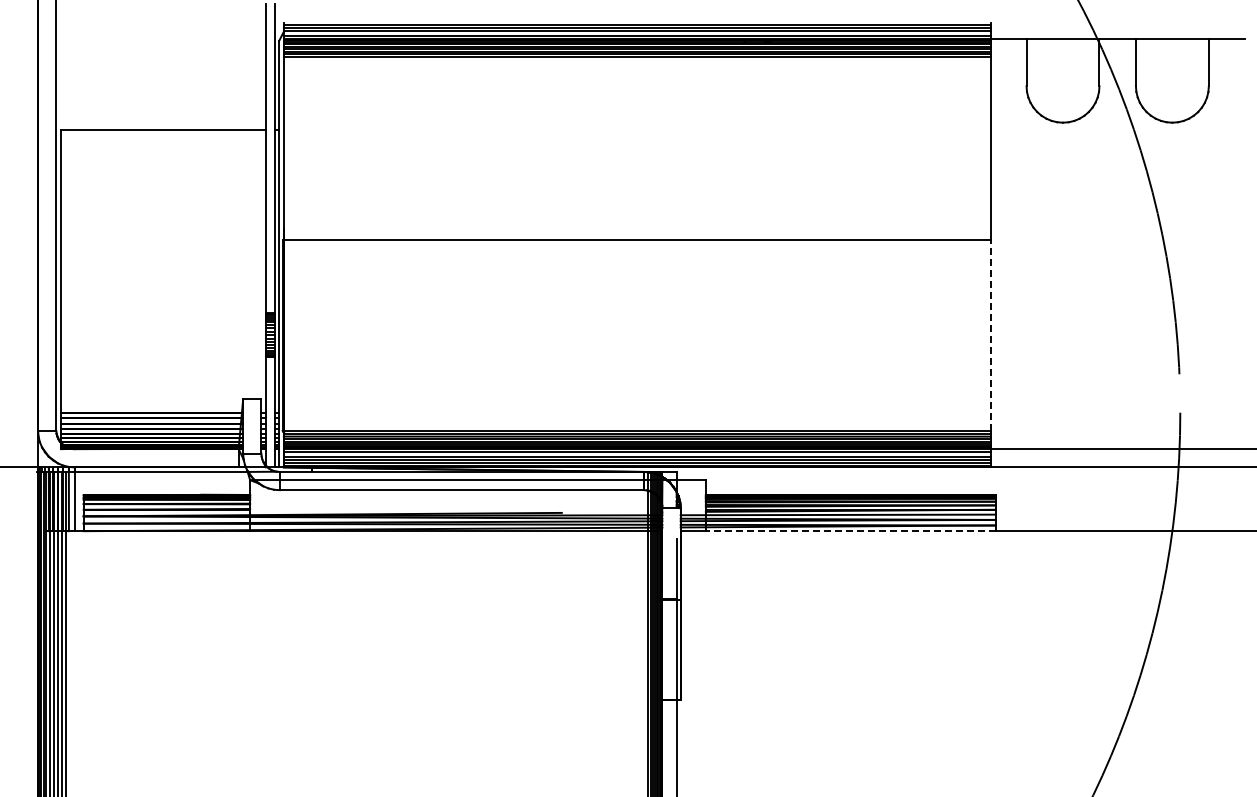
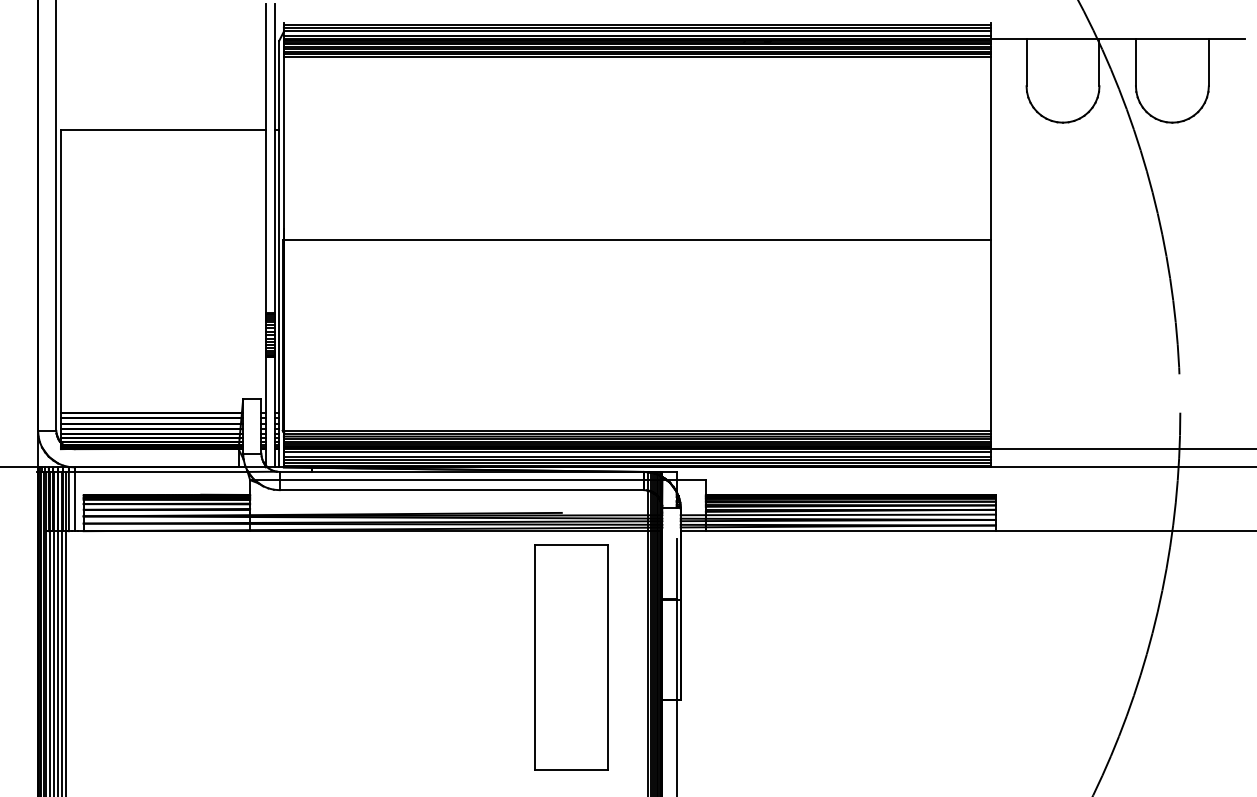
line at (990, 335): dashed -> solid
line at (850, 531): dashed -> solid
part at (571, 657): none -> present
